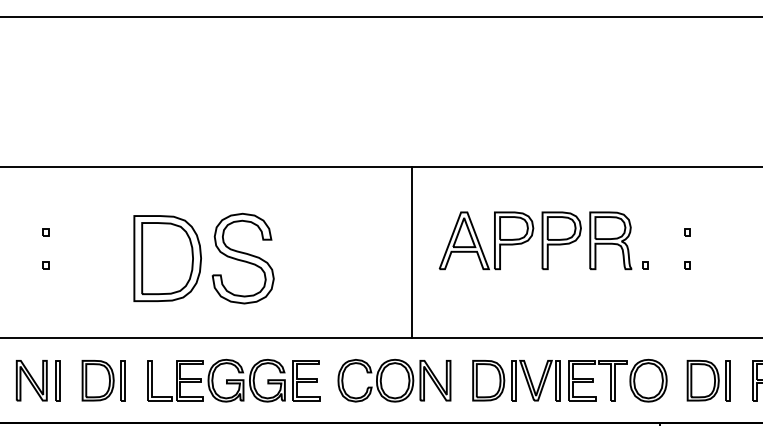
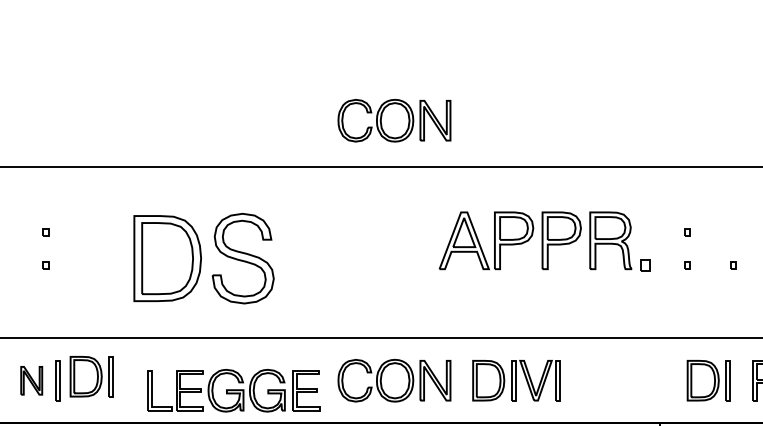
line at (380, 17): present -> none
part at (394, 120): none -> present
line at (411, 252): present -> none
part at (645, 265) size: 7x9 px -> 11x13 px
part at (733, 265): none -> present
part at (31, 380) size: 33x42 px -> 24x30 px
part at (103, 380) position: (103, 380) -> (91, 376)
part at (233, 380) position: (233, 380) -> (233, 390)
part at (617, 380): present -> none
